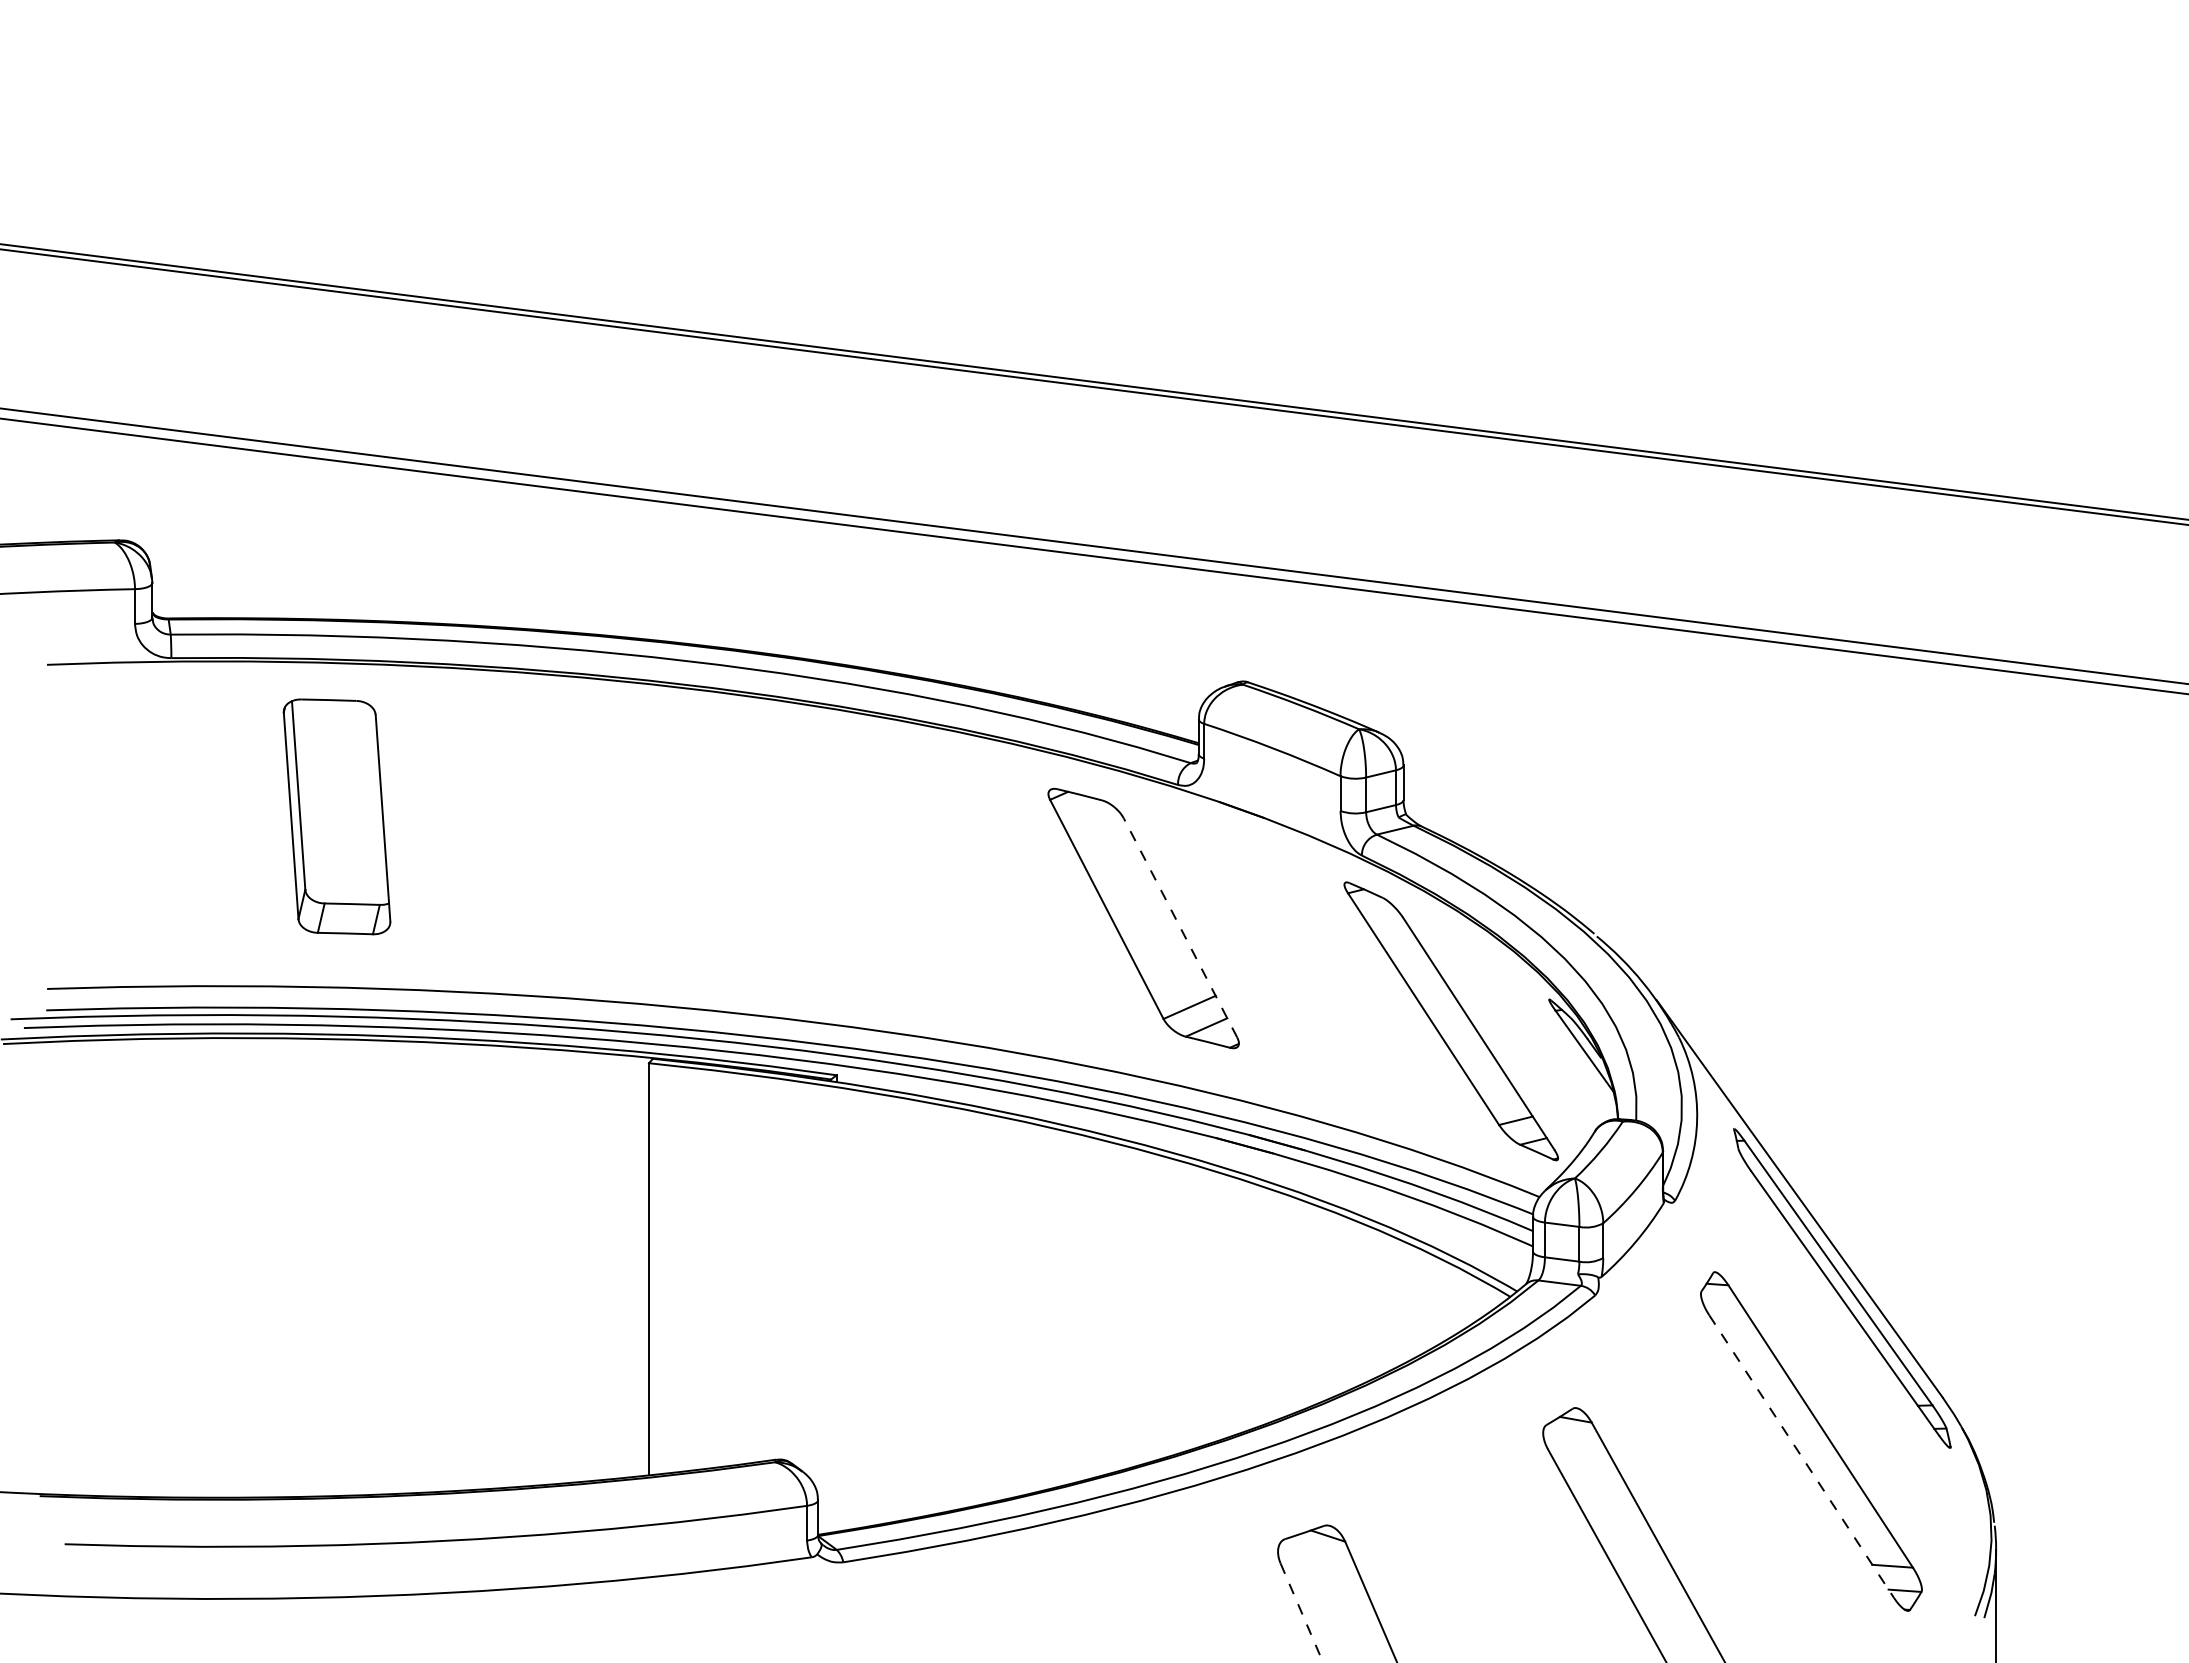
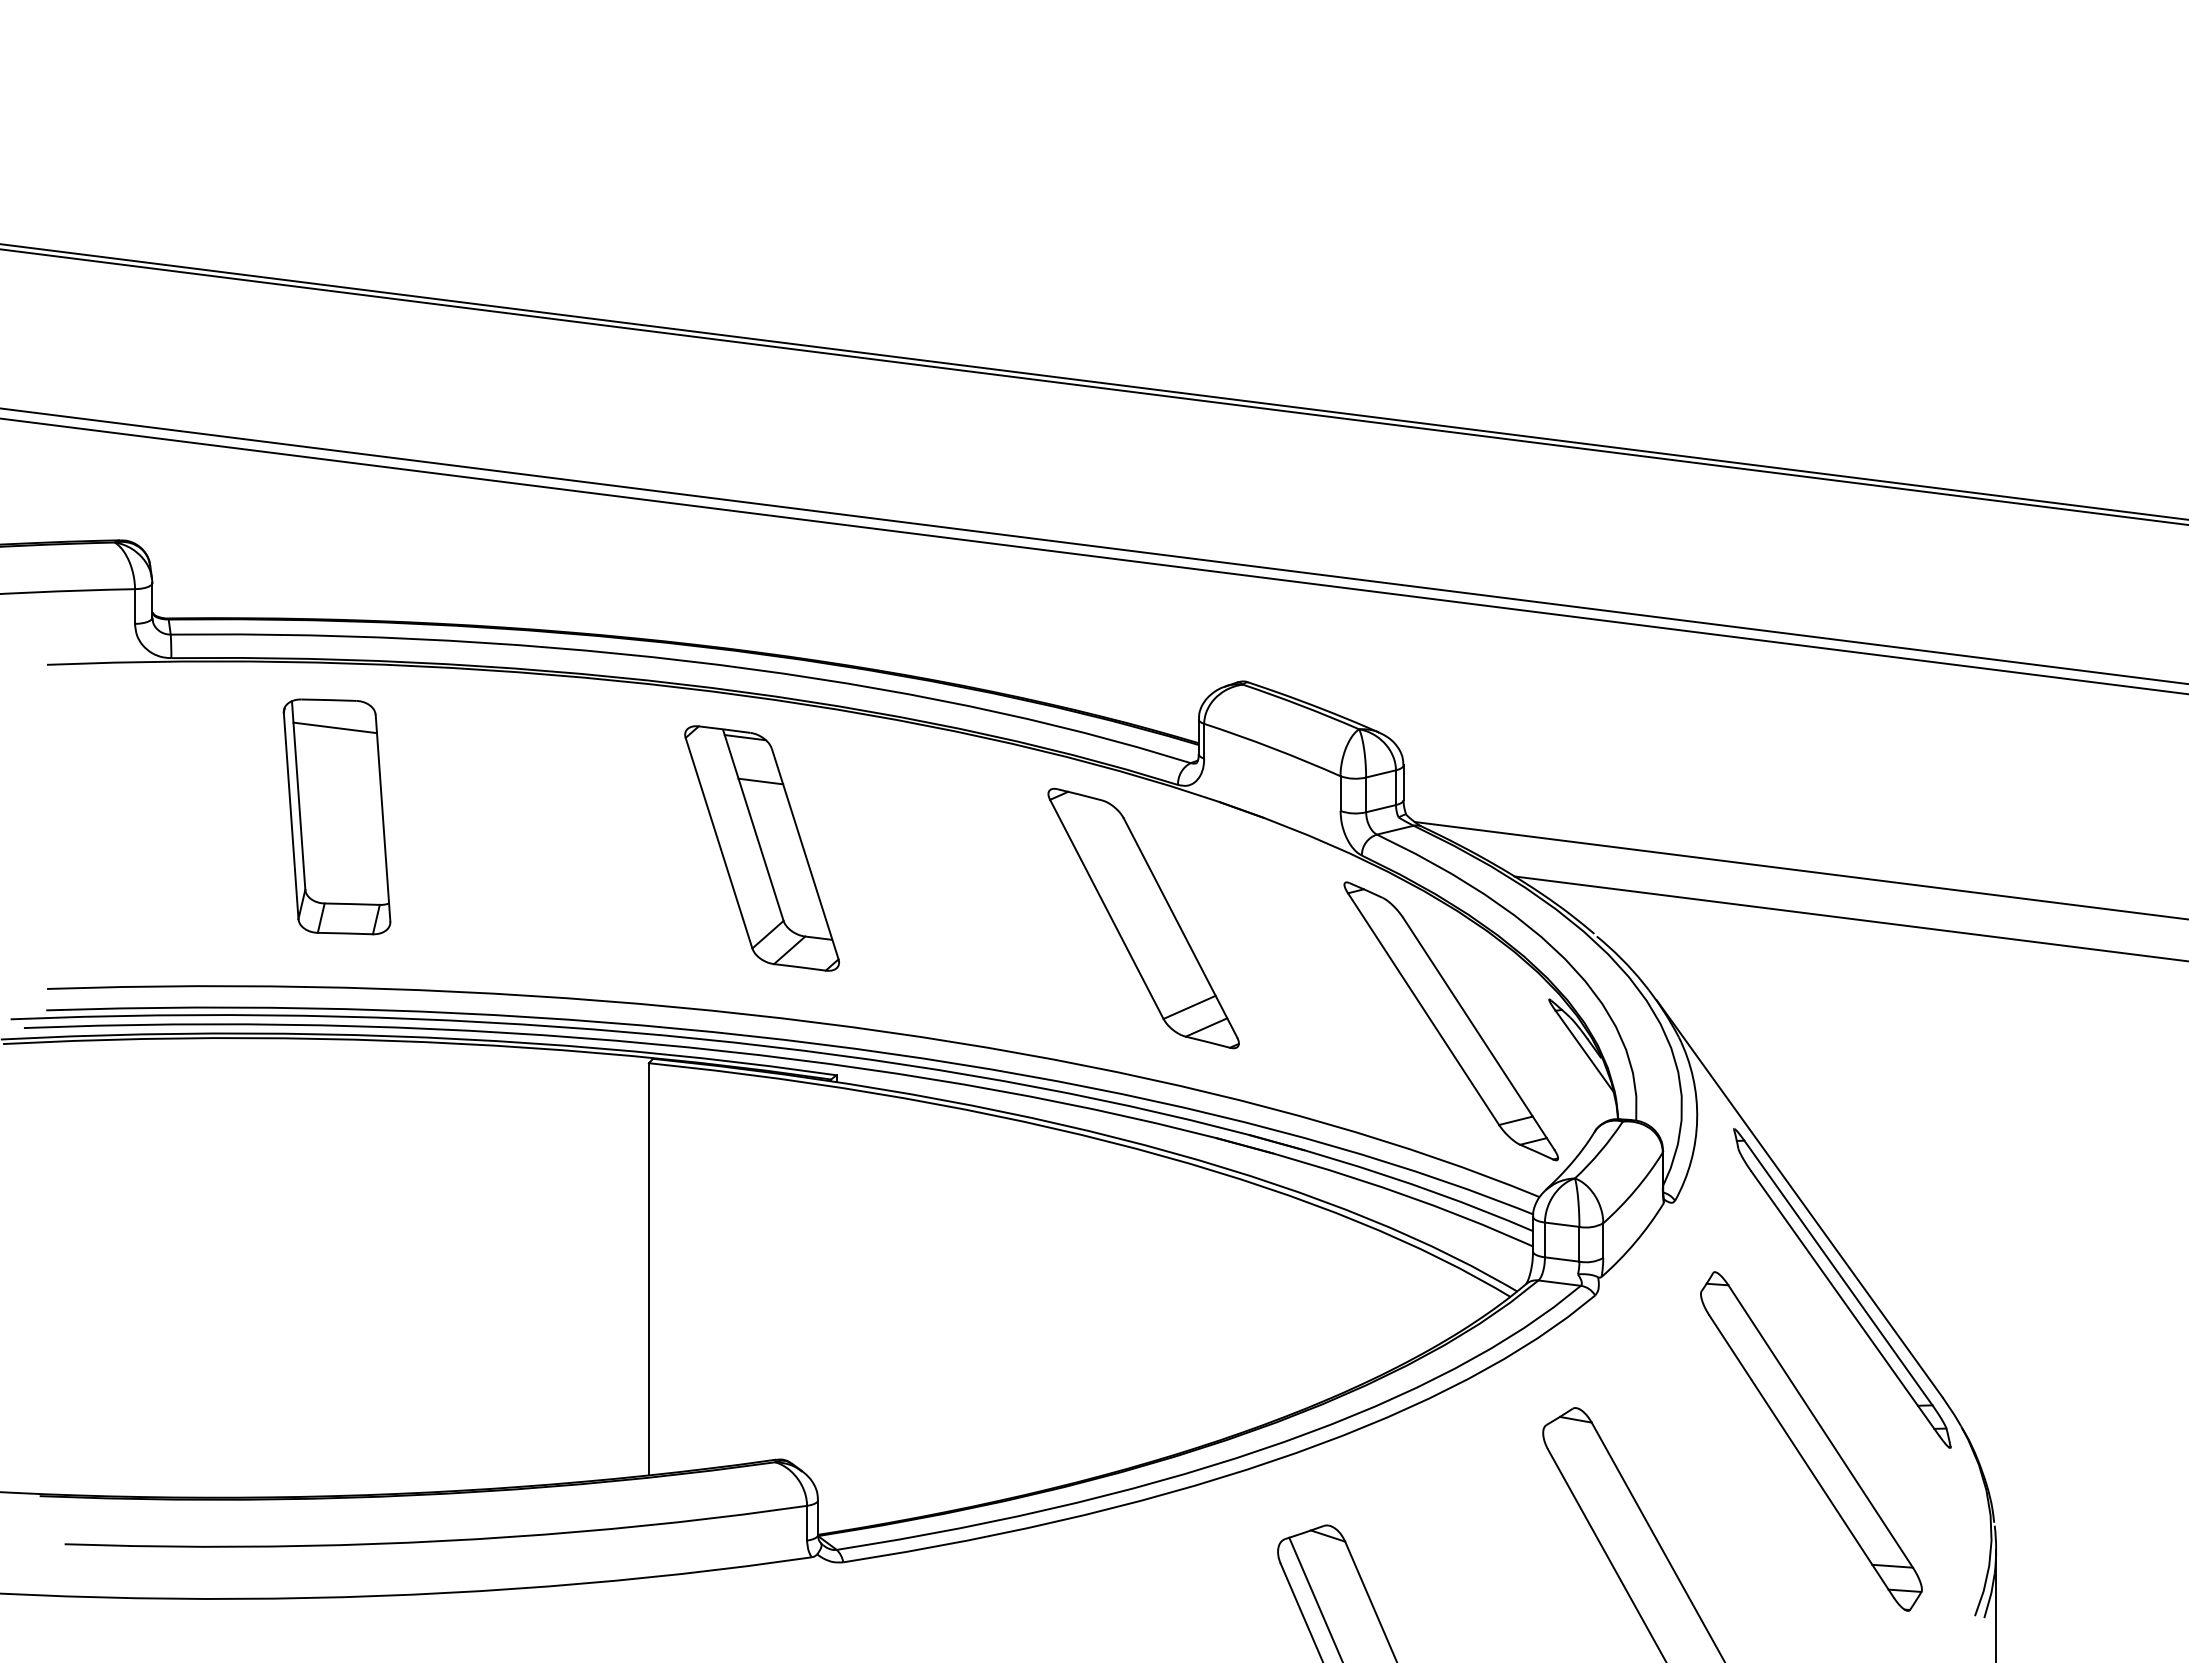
line at (335, 727): none -> present
part at (761, 848): none -> present
line at (1799, 870): none -> present
line at (1849, 918): none -> present
line at (1180, 927): dashed -> solid
line at (1801, 1456): dashed -> solid
line at (1315, 1598): none -> present
line at (1301, 1613): dashed -> solid
